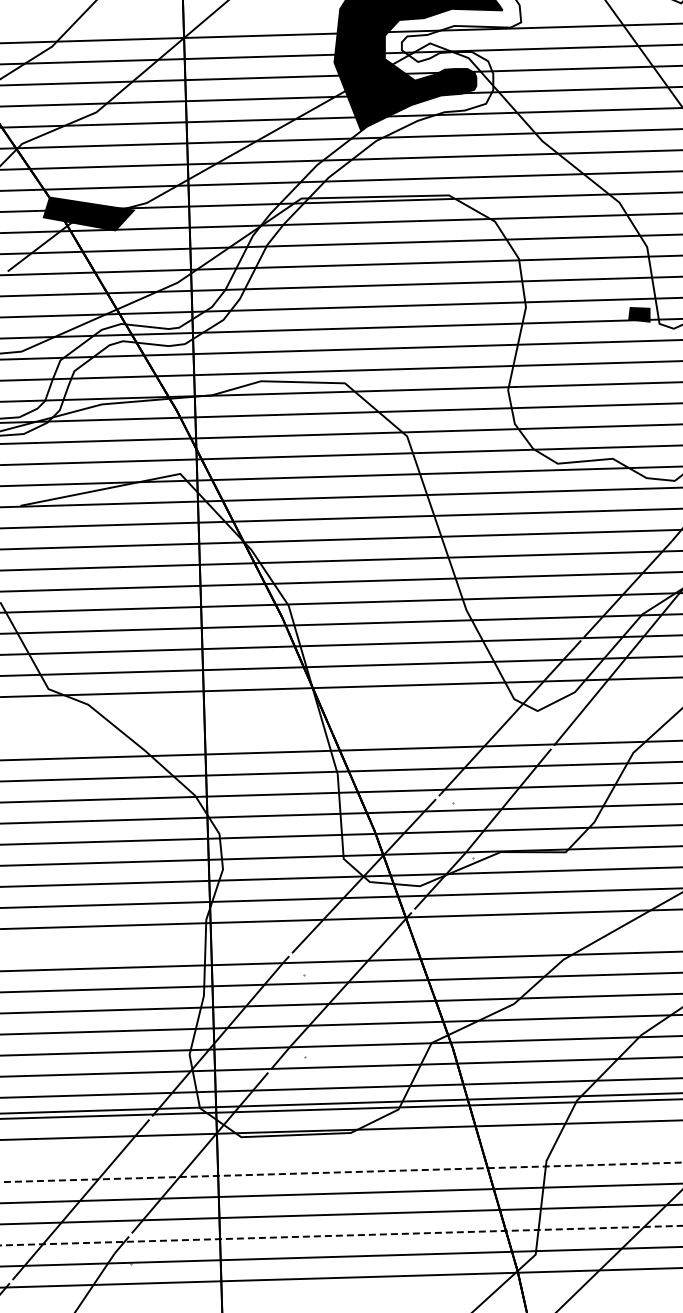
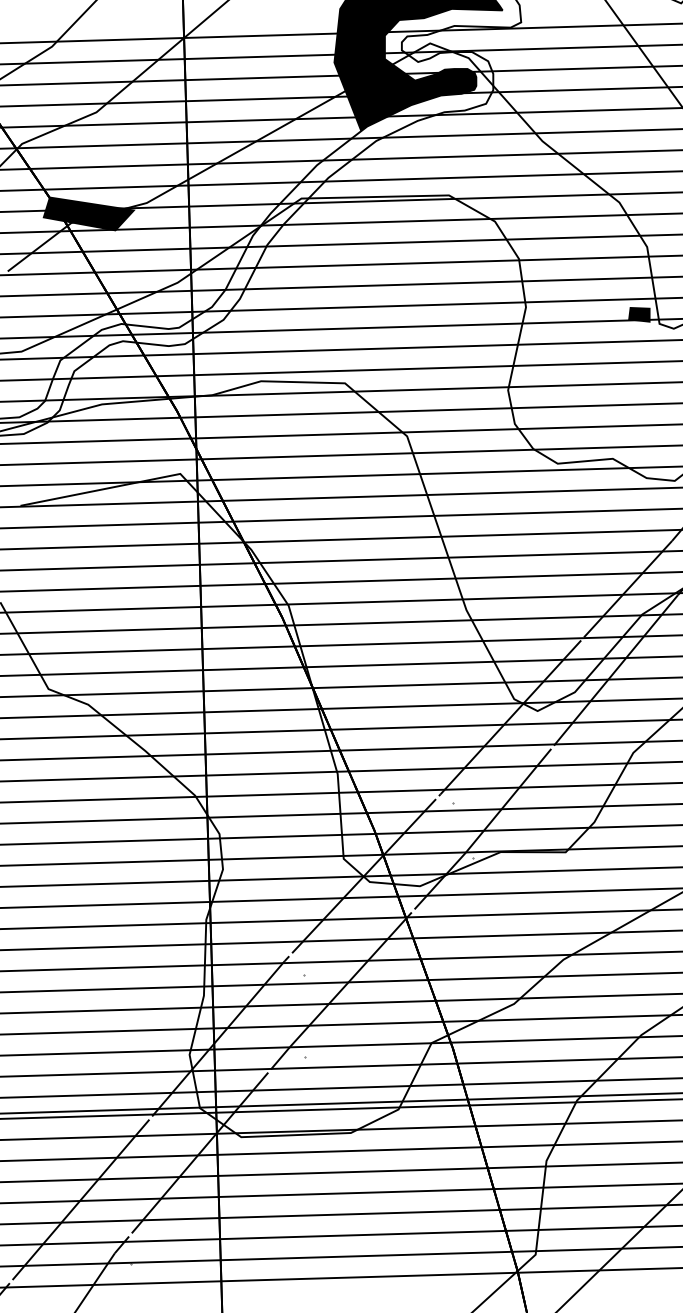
line at (340, 708): none -> present
line at (340, 729): none -> present
line at (340, 940): none -> present
line at (340, 1151): none -> present
line at (341, 1172): dashed -> solid
line at (341, 1235): dashed -> solid
